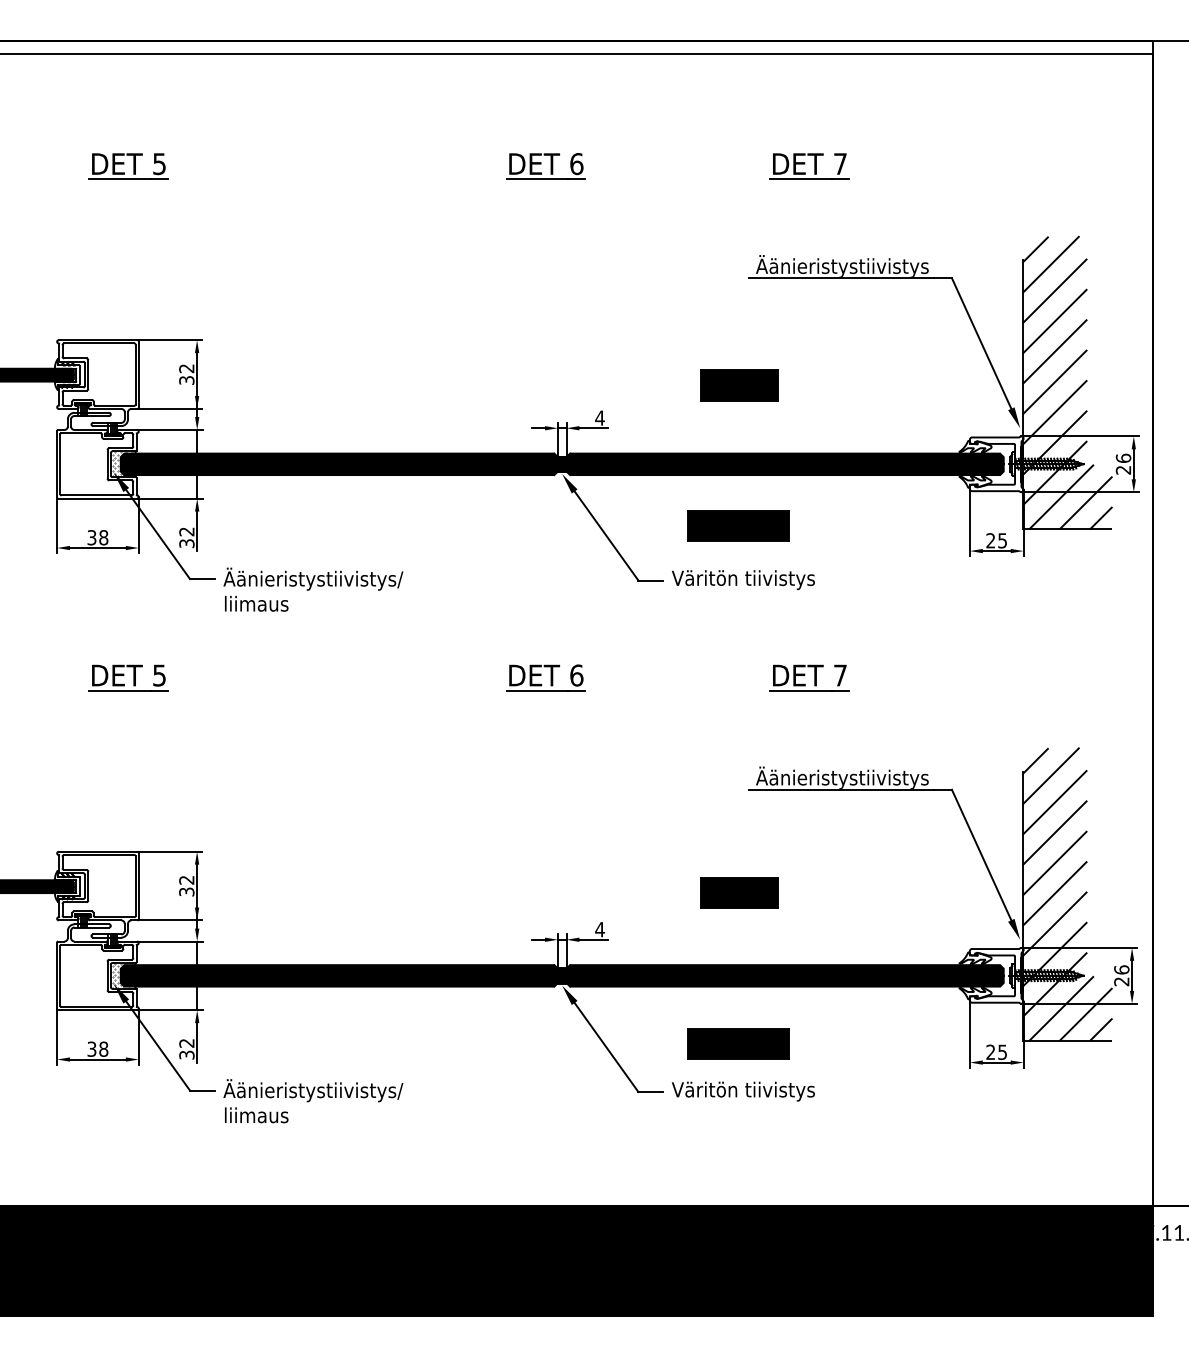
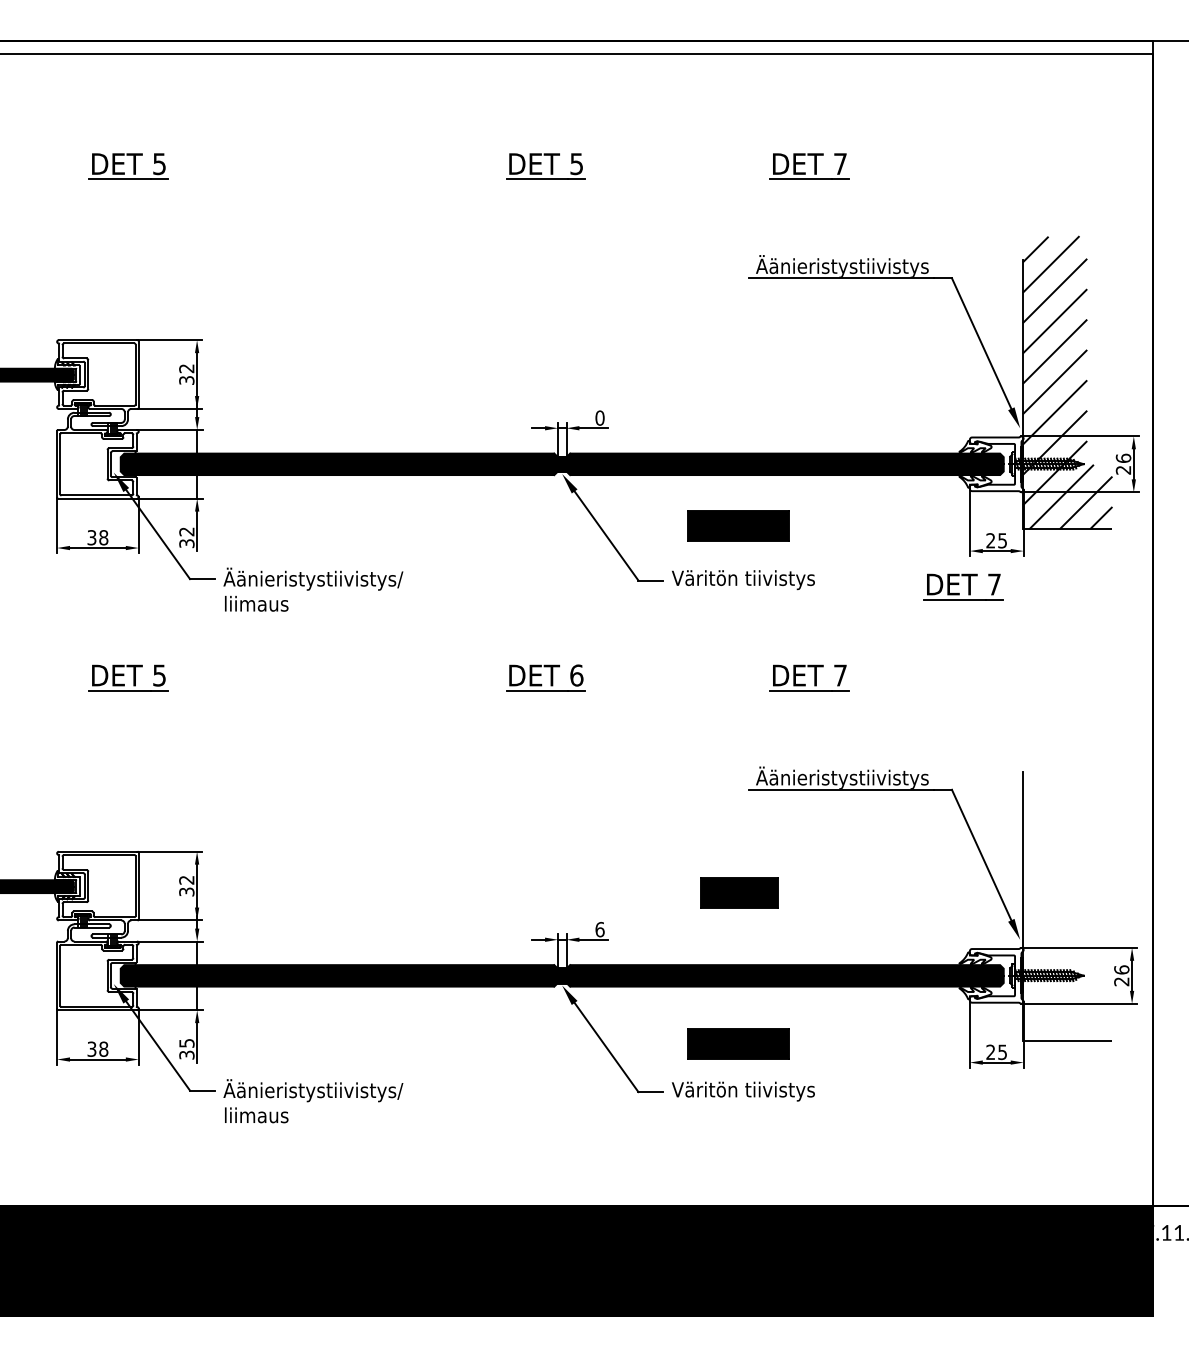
text at (576, 164): 6 -> 5
part at (739, 385): present -> none
text at (599, 417): 4 -> 0
hatch at (123, 464): present -> none
part at (963, 586): none -> present
hatch at (1067, 893): present -> none
text at (599, 929): 4 -> 6
hatch at (123, 975): present -> none
text at (186, 1043): 32 -> 35
